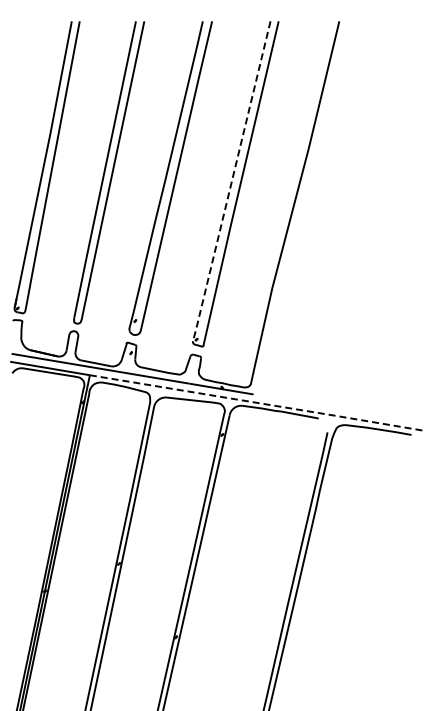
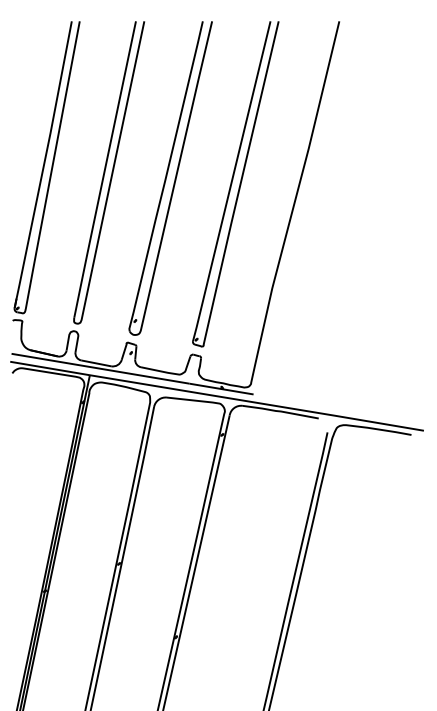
line at (231, 182): dashed -> solid
line at (258, 403): dashed -> solid
